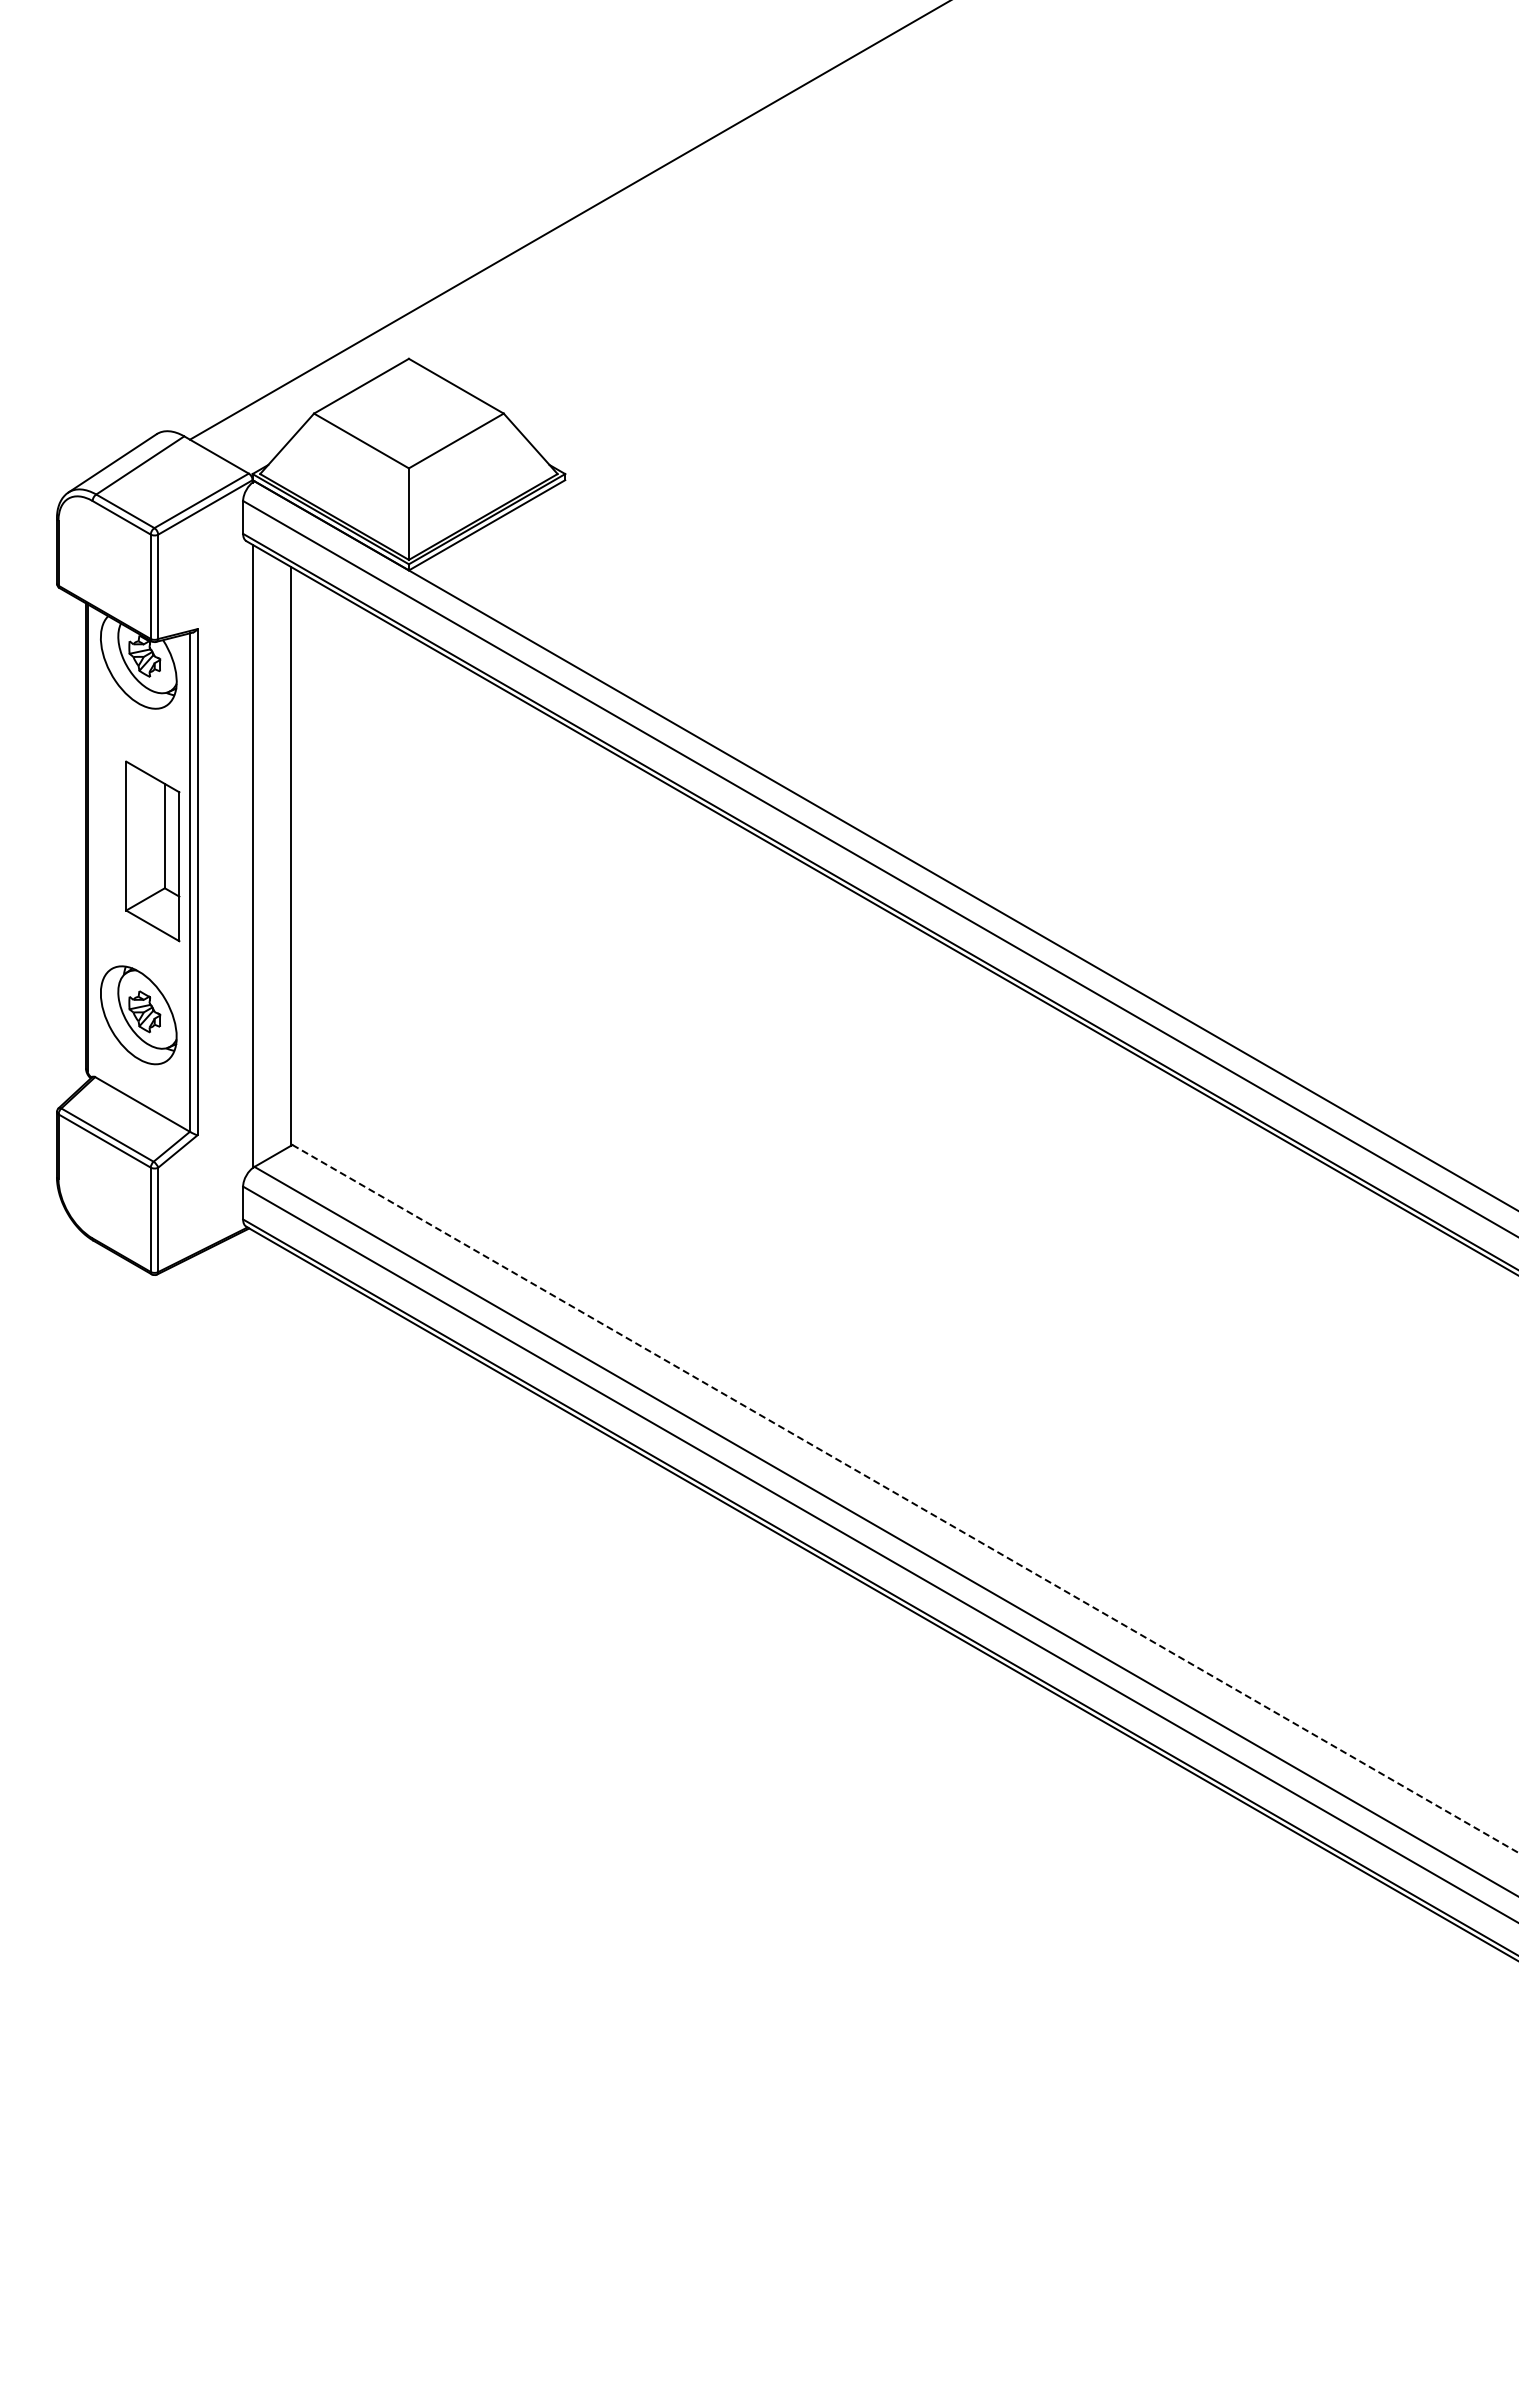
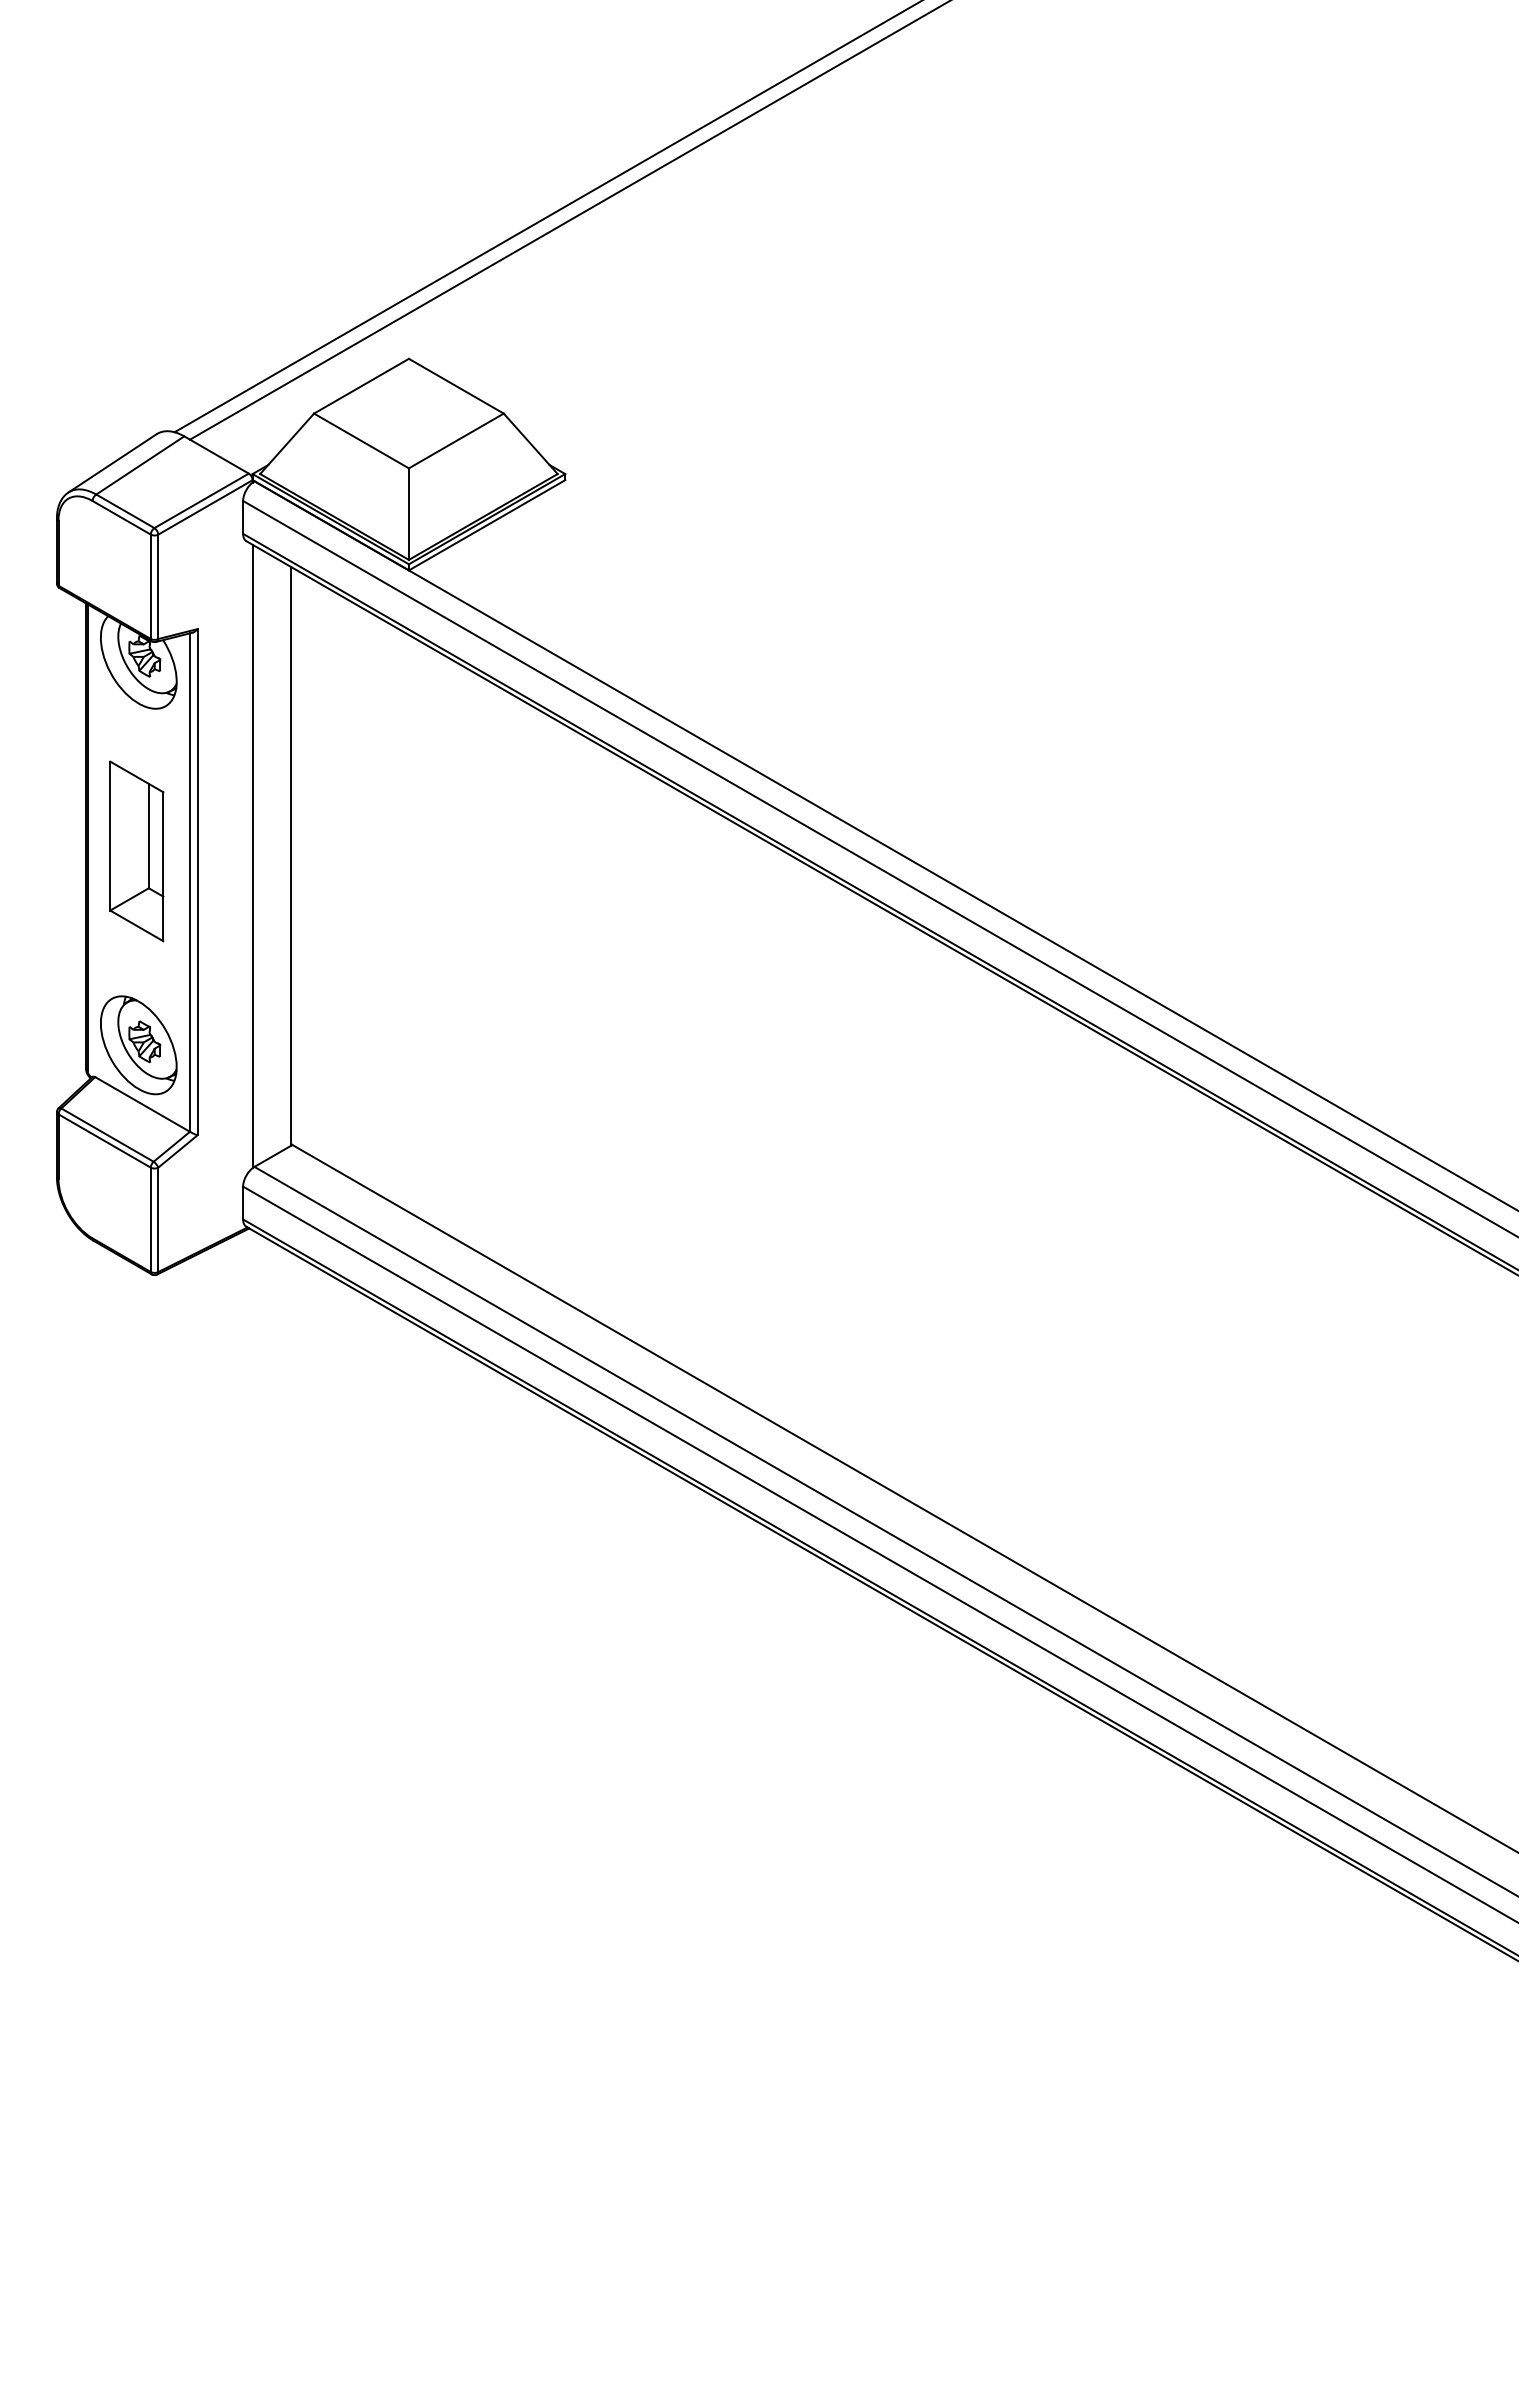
line at (546, 217): none -> present
part at (152, 851) position: (152, 851) -> (136, 851)
part at (138, 1015) position: (138, 1015) -> (138, 1045)
line at (905, 1498): dashed -> solid
